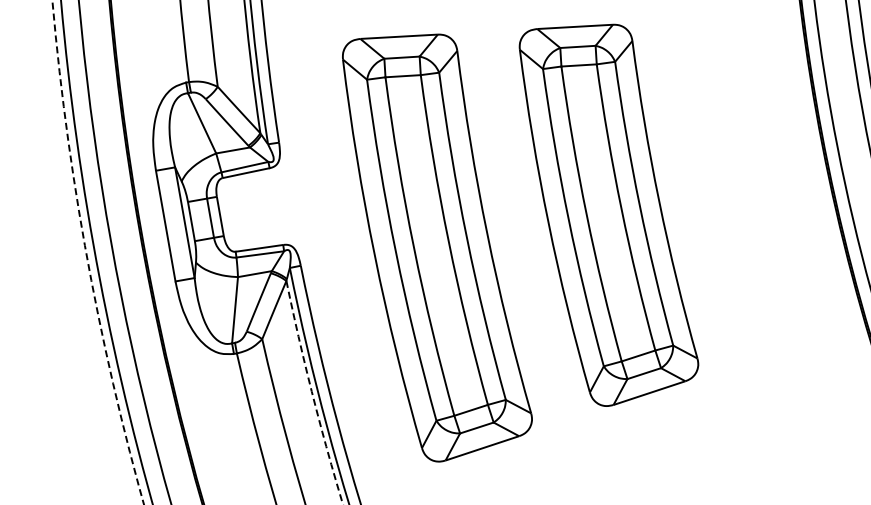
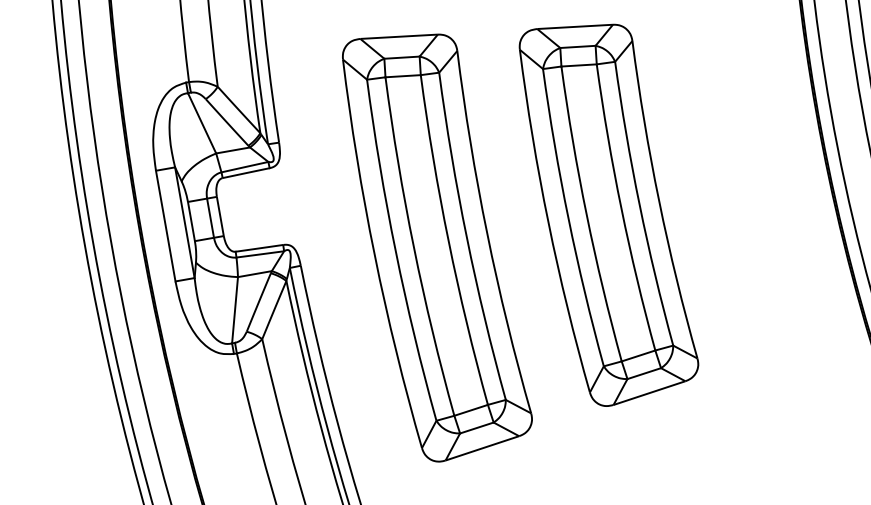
arc at (86, 253): dashed -> solid
arc at (312, 393): dashed -> solid
